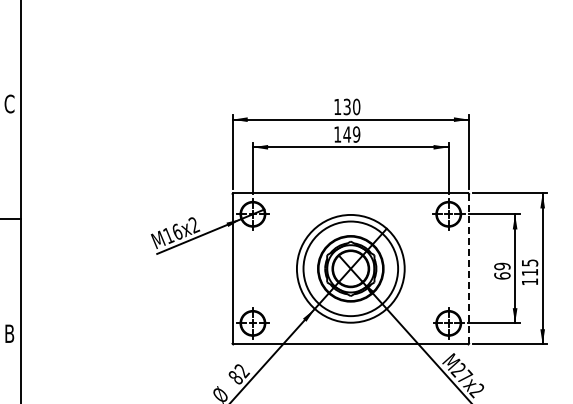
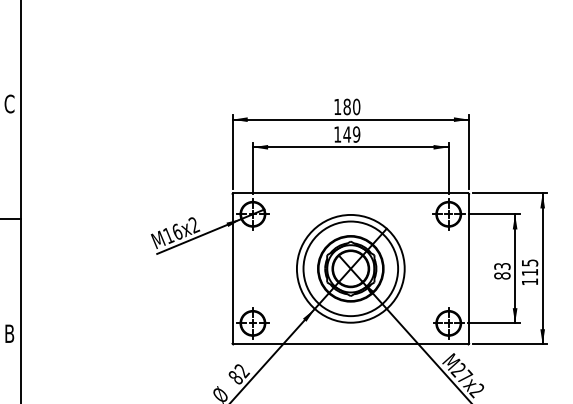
text at (346, 106): 130 -> 180
line at (469, 268): dashed -> solid
text at (502, 270): 69 -> 83
